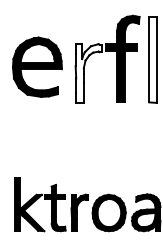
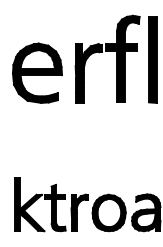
fill at (152, 59): none -> present
part at (37, 66) position: (37, 66) -> (37, 72)
fill at (88, 73): none -> present
